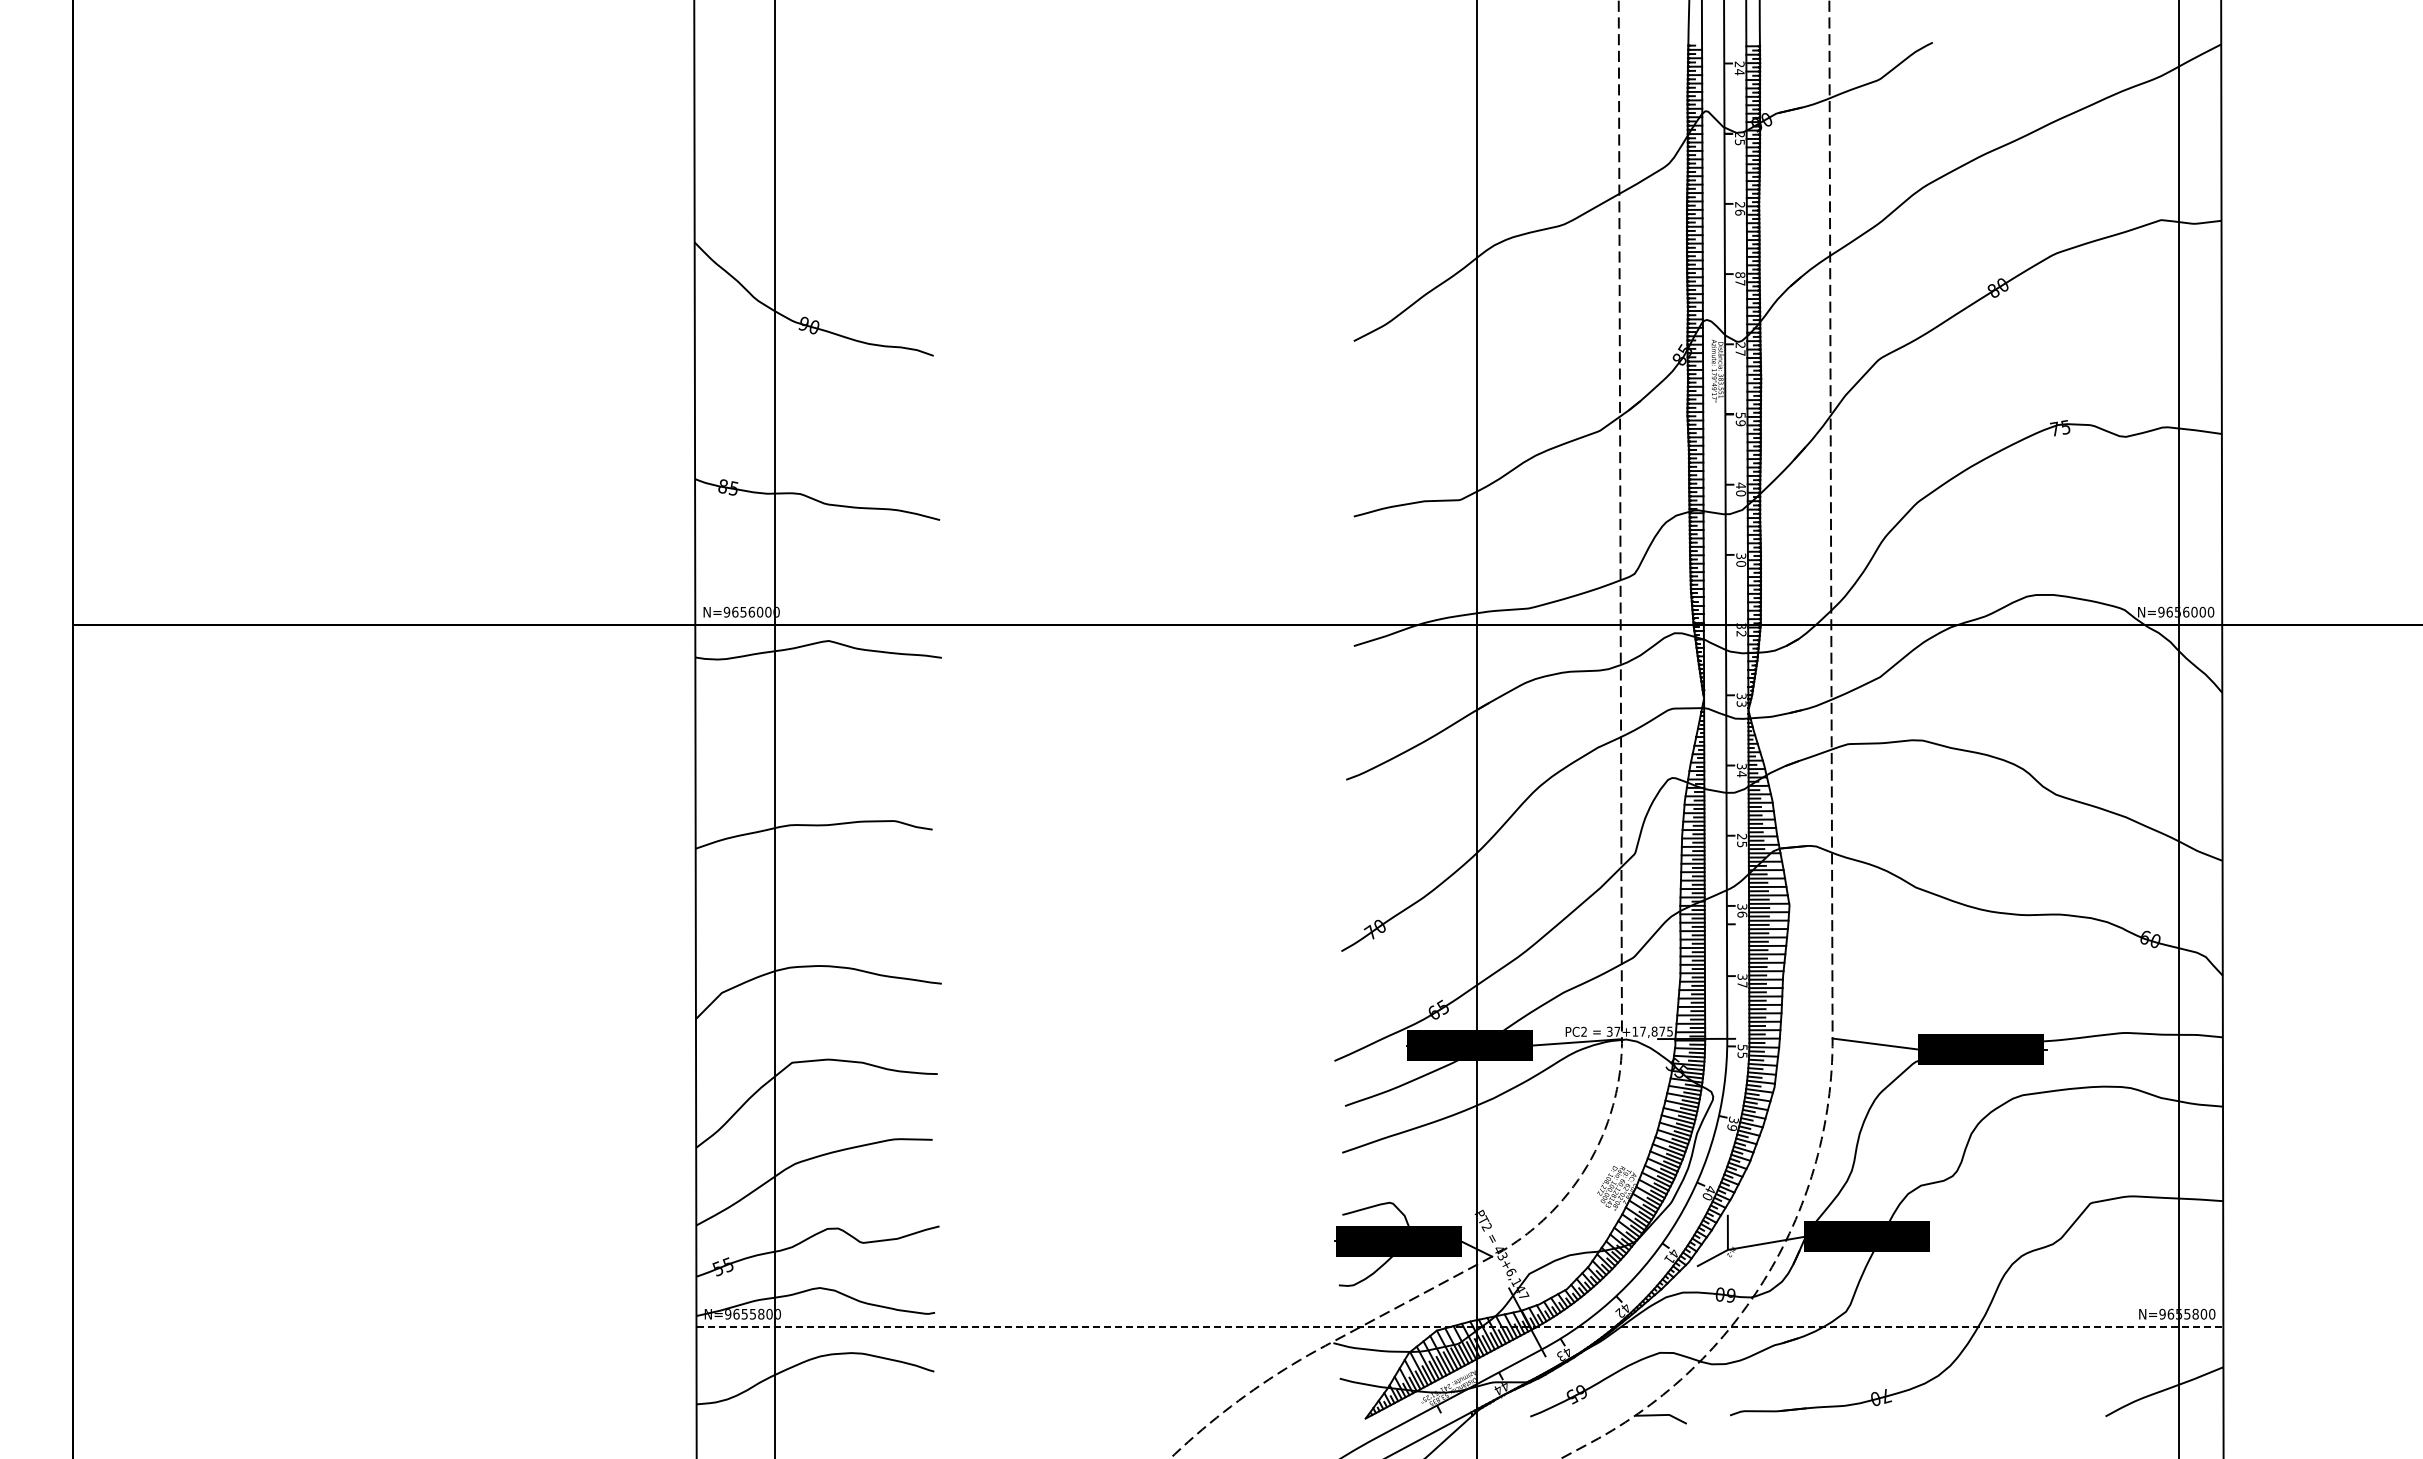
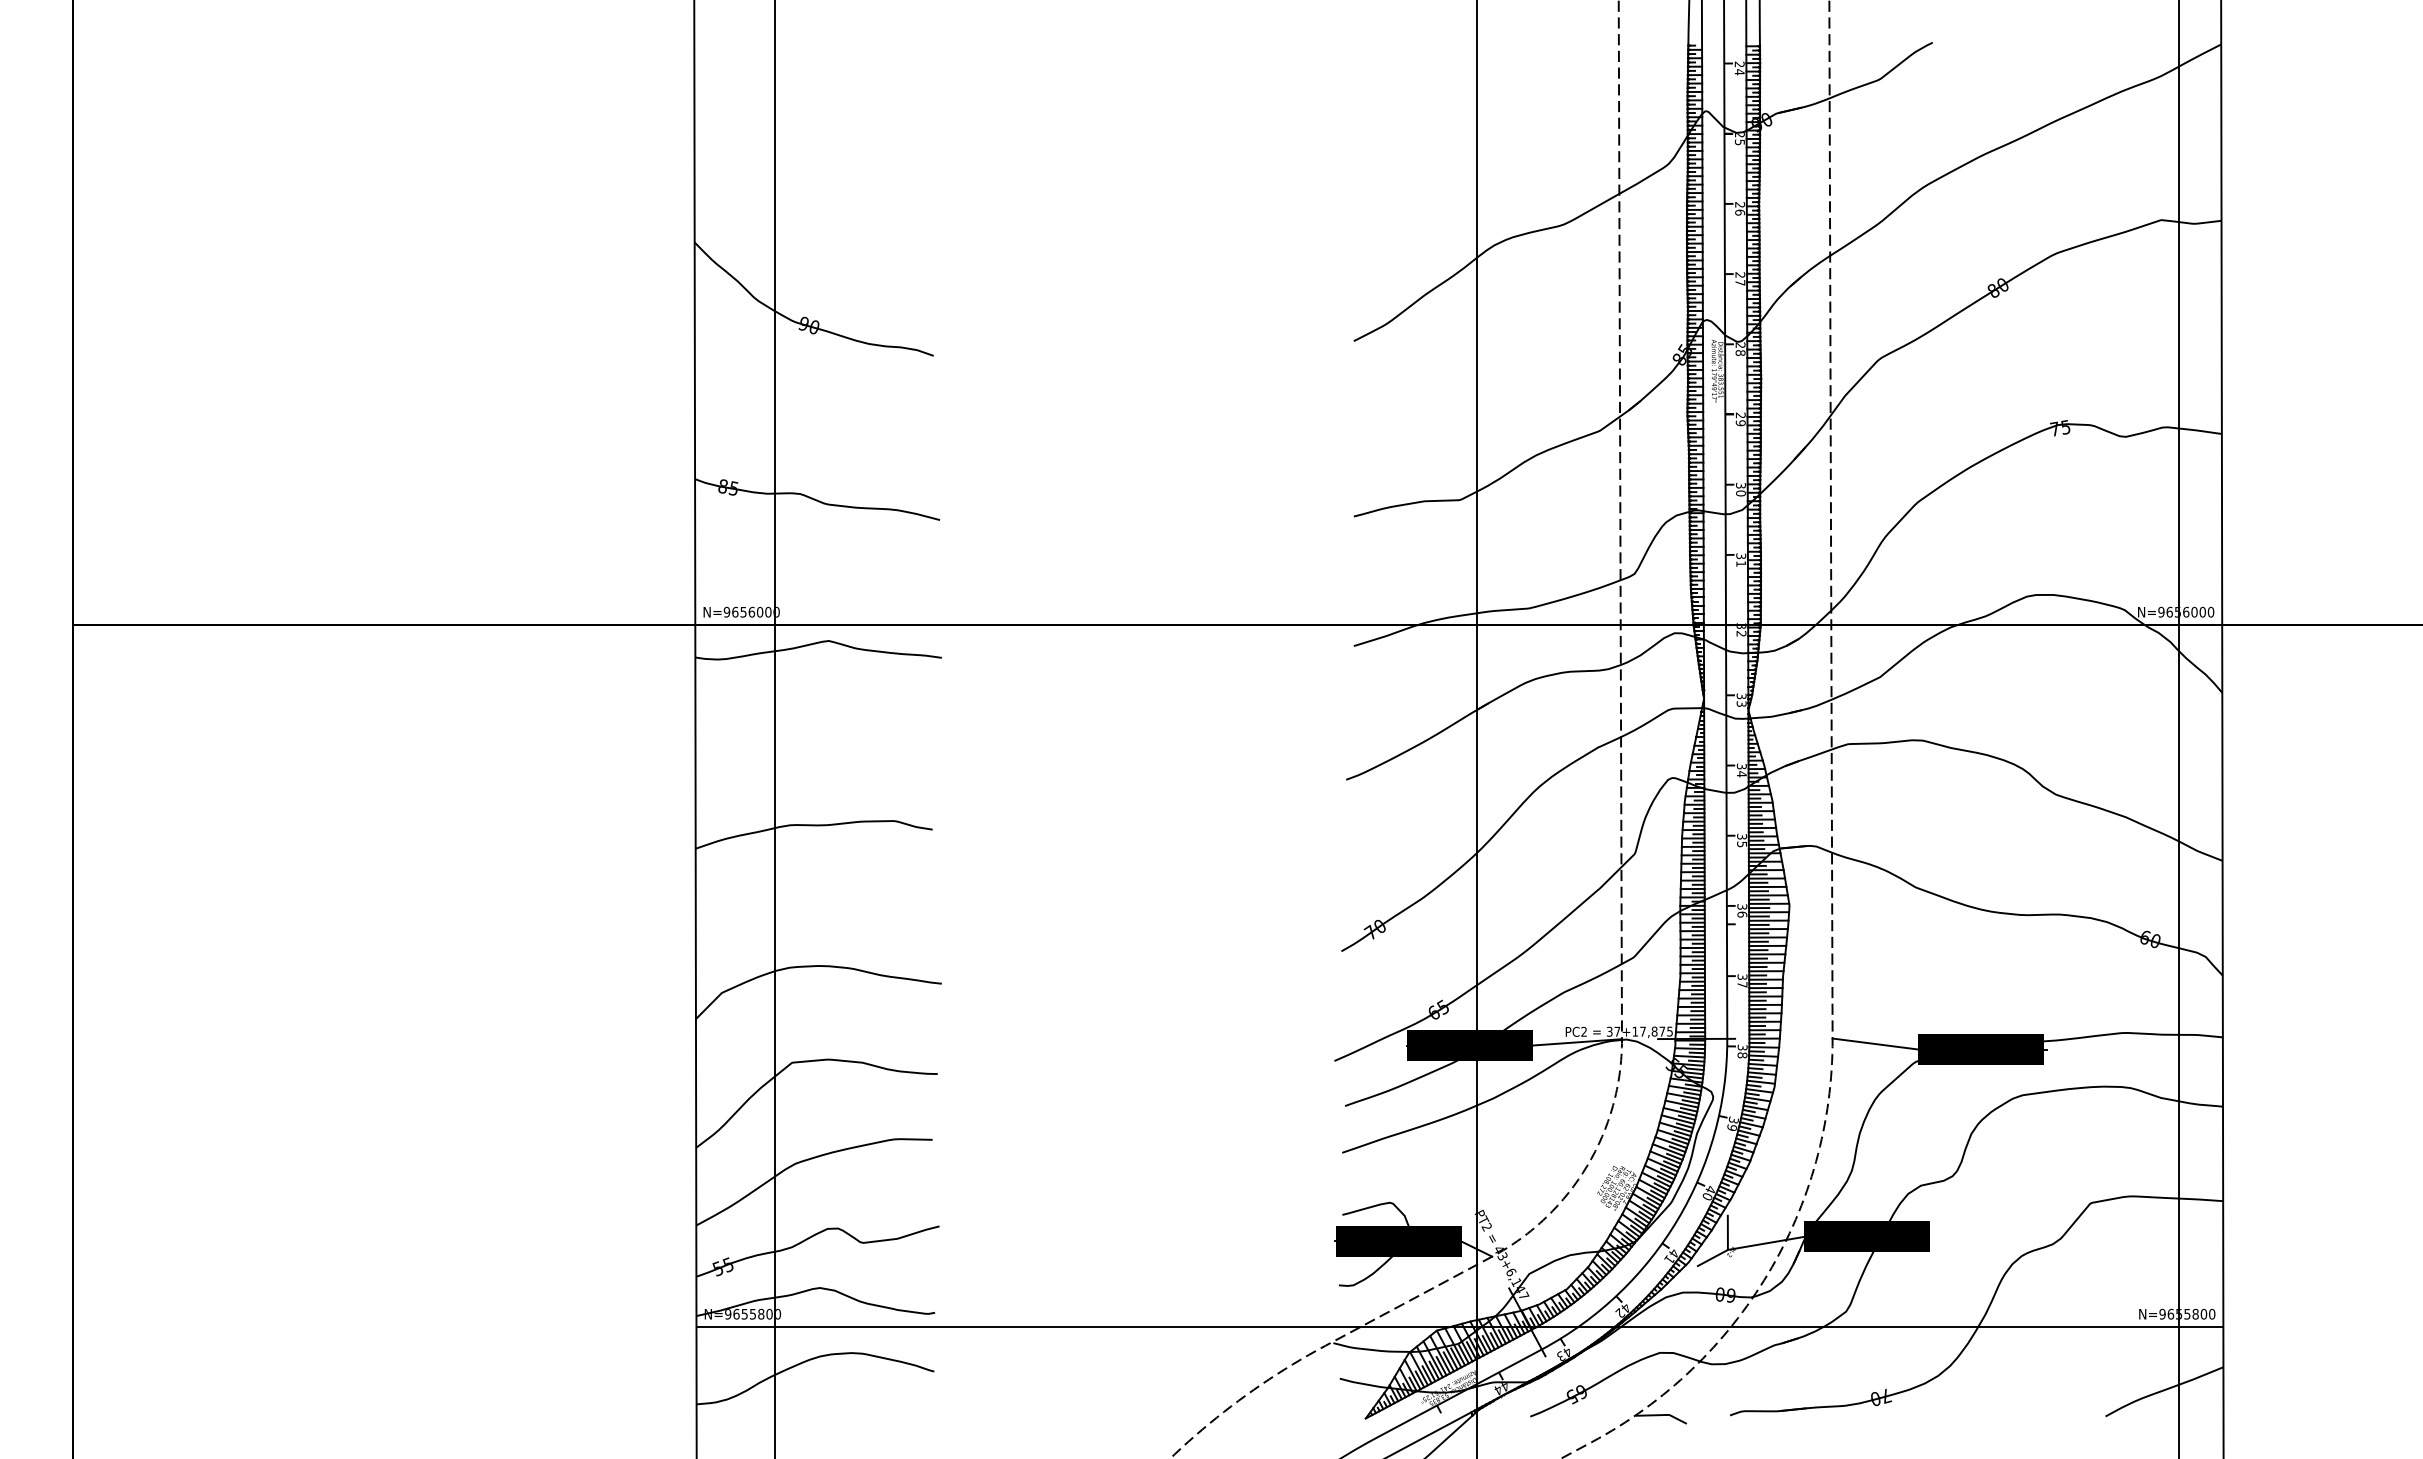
text at (1740, 275): 87 -> 27
text at (1740, 352): 27 -> 28
text at (1740, 415): 59 -> 29
text at (1740, 485): 40 -> 30
text at (1741, 563): 30 -> 31
text at (1741, 836): 25 -> 35
text at (1742, 1051): 55 -> 38
line at (1460, 1326): dashed -> solid
